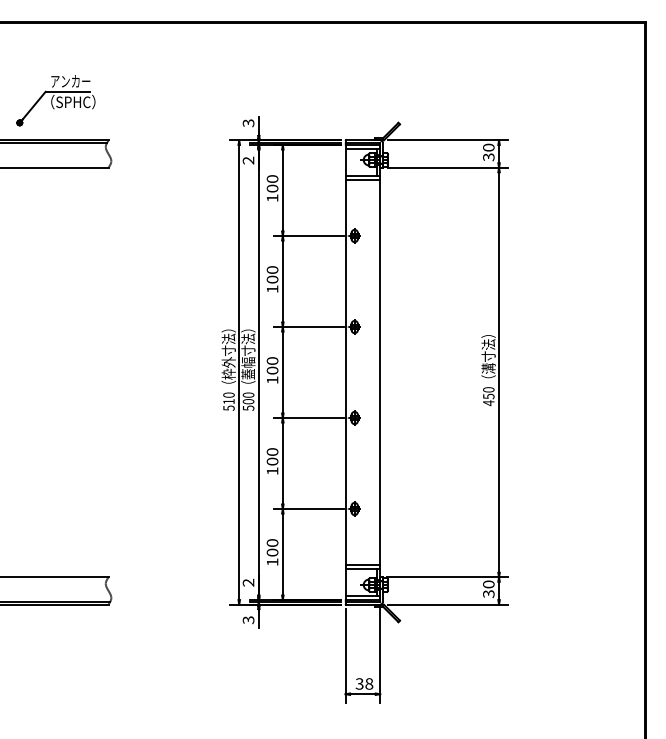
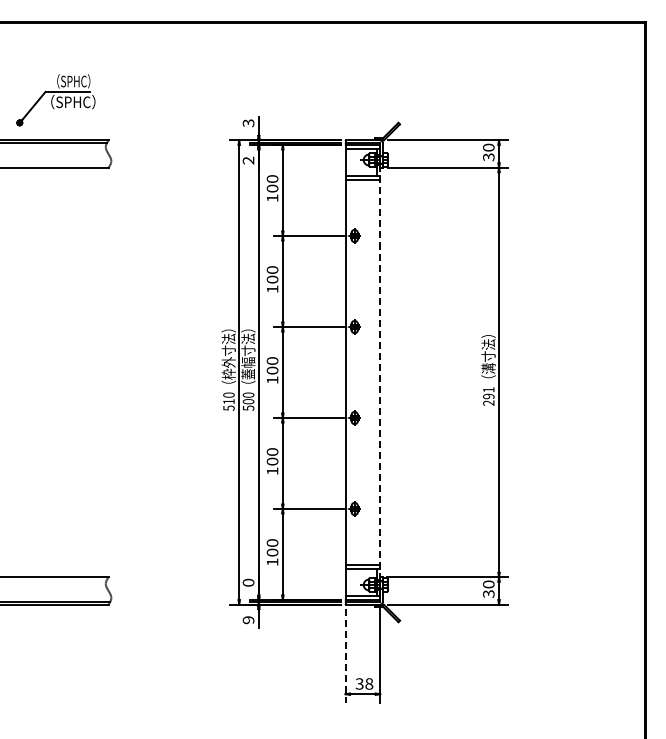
text at (70, 81): アンカー -> （SPHC）
line at (380, 373): solid -> dashed
text at (488, 396): 450 -> 291
text at (248, 582): 2 -> 0
text at (248, 620): 3 -> 9
line at (345, 656): solid -> dashed
